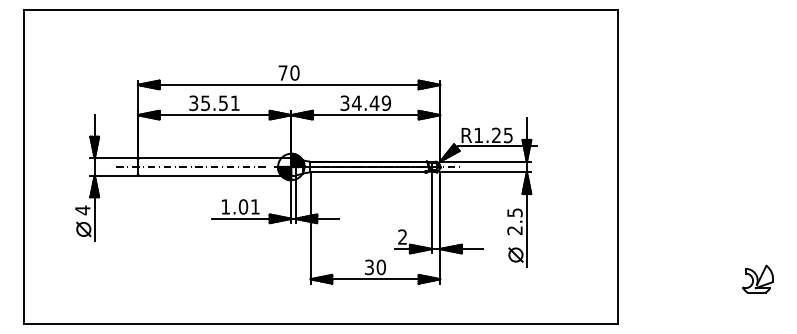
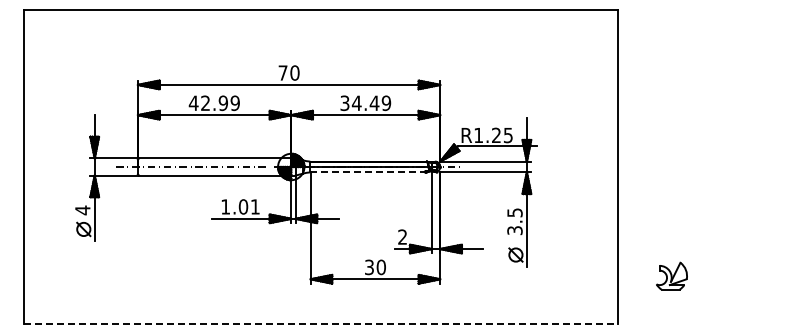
text at (213, 103): 35.51 -> 42.99
line at (368, 172): solid -> dashed
text at (514, 230): 2.5 -> 3.5
part at (757, 278) position: (757, 278) -> (671, 275)
line at (320, 323): solid -> dashed
